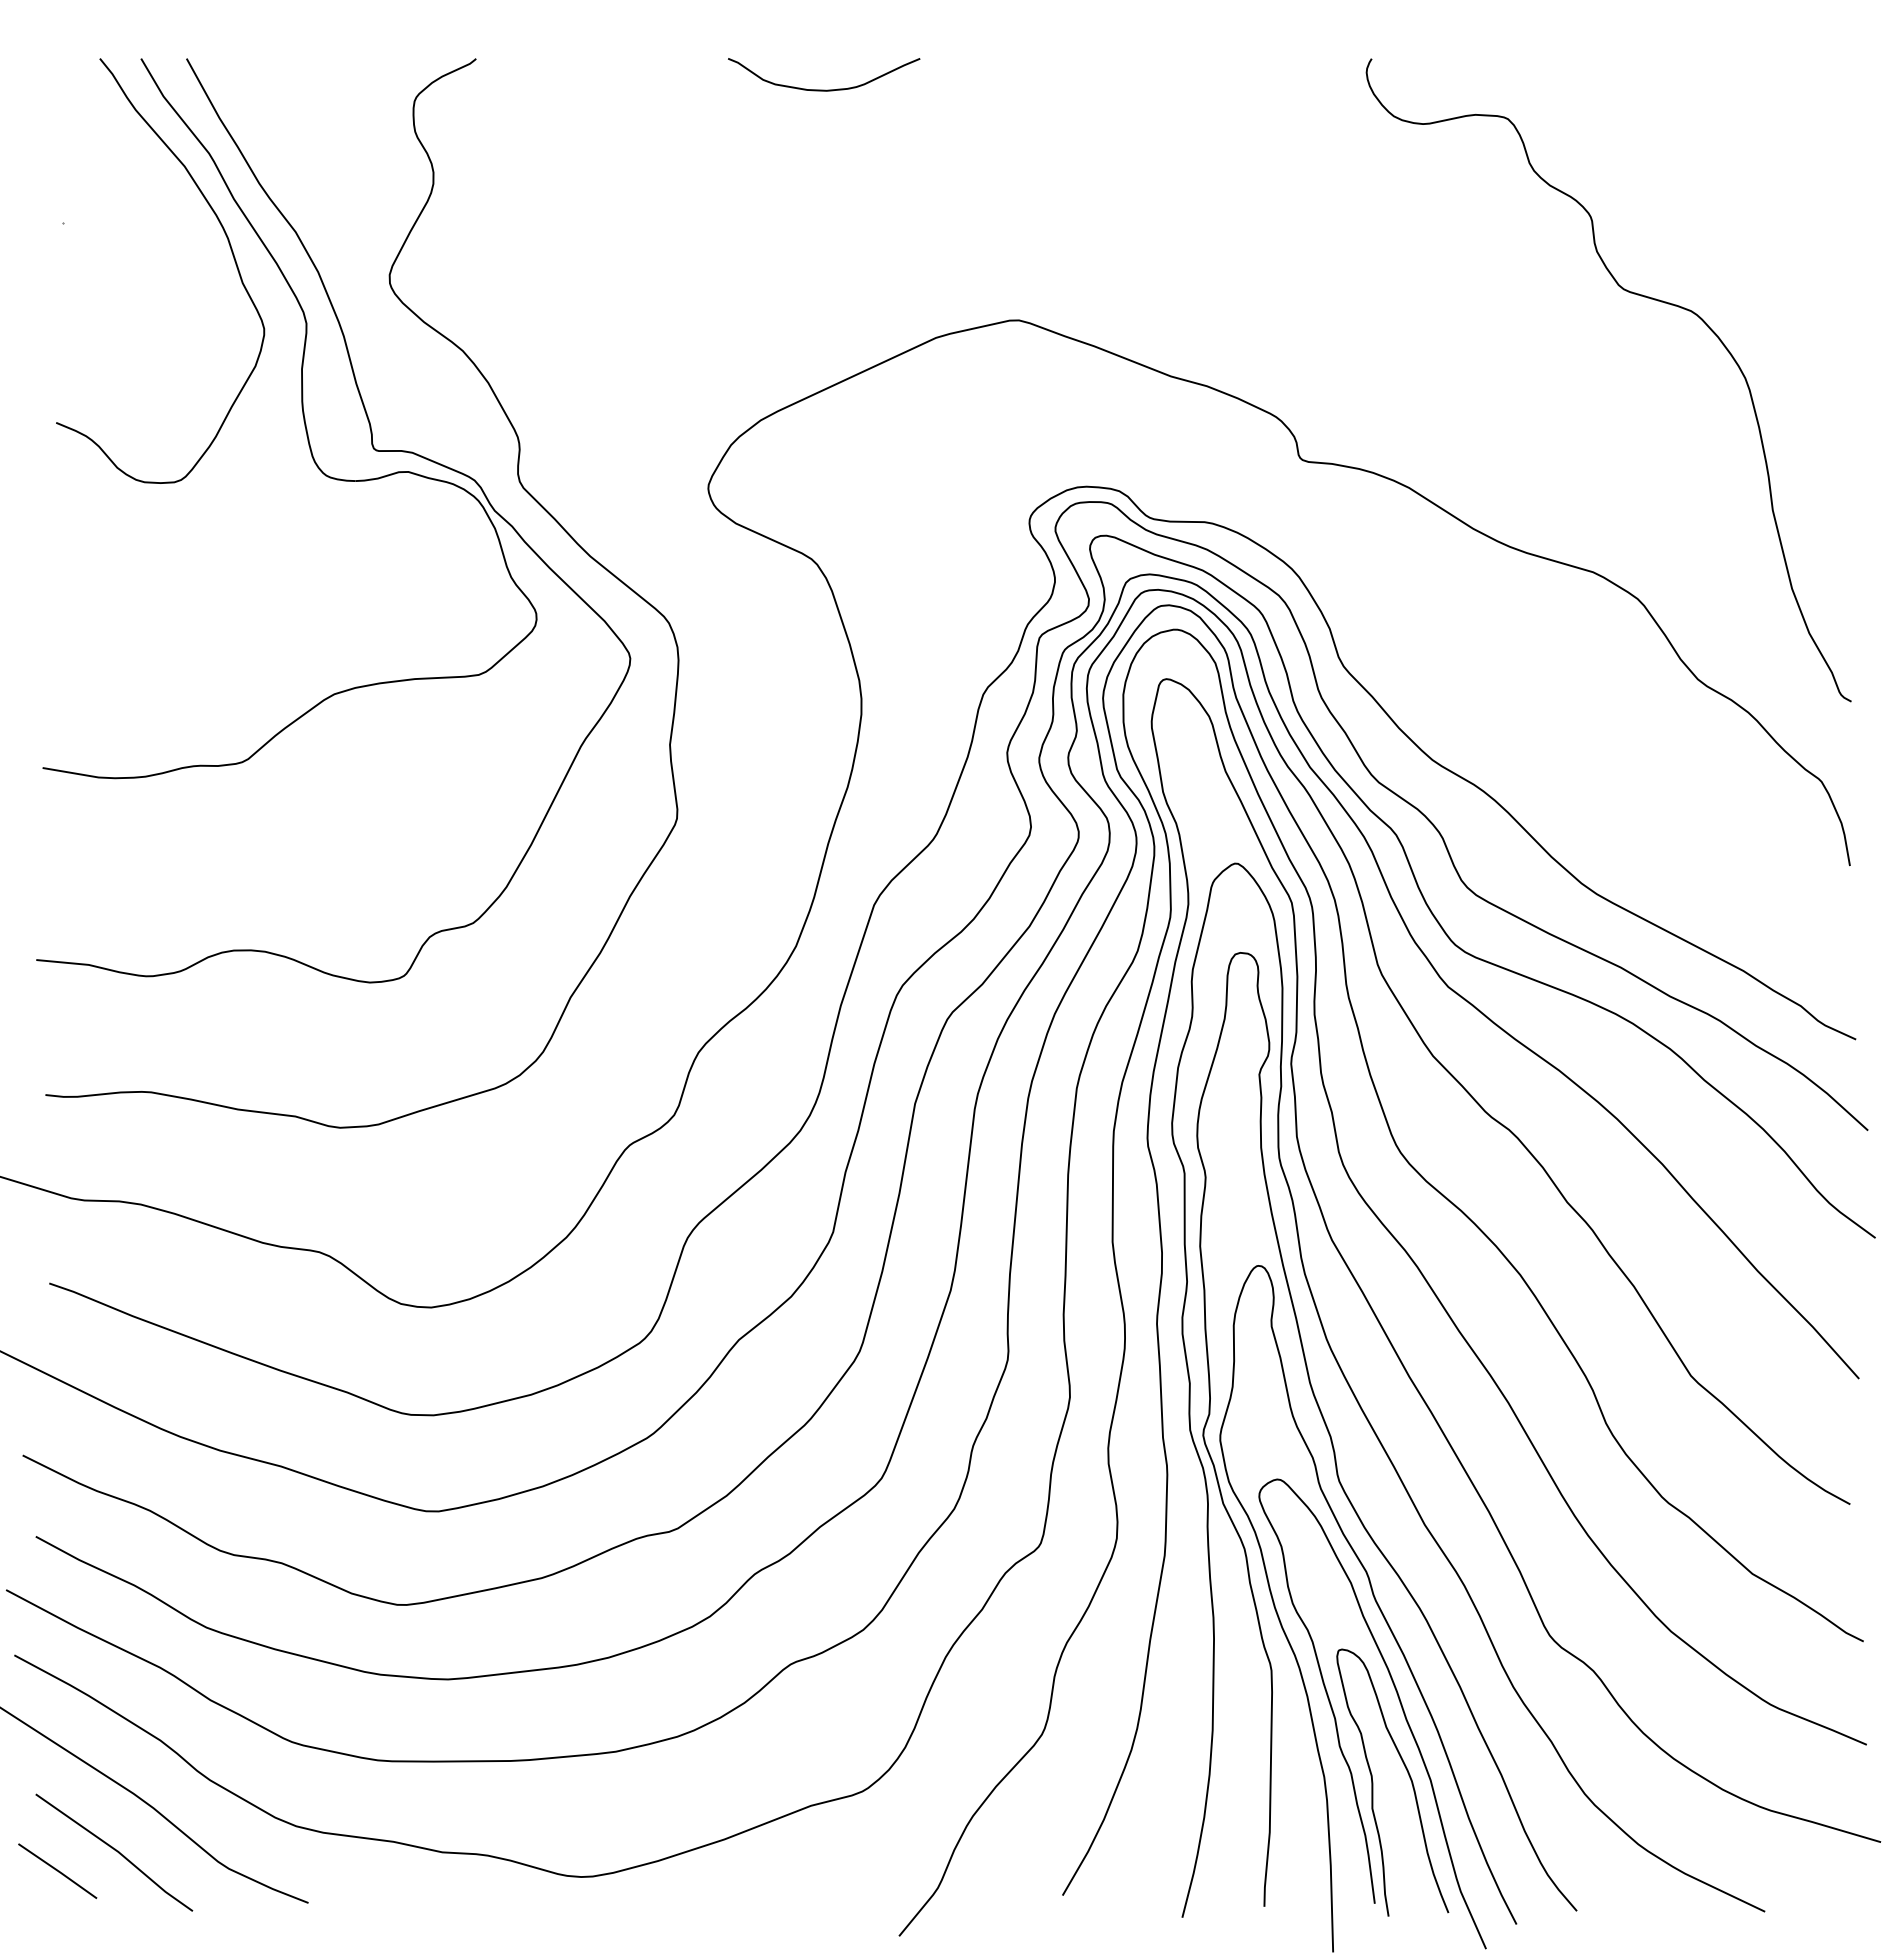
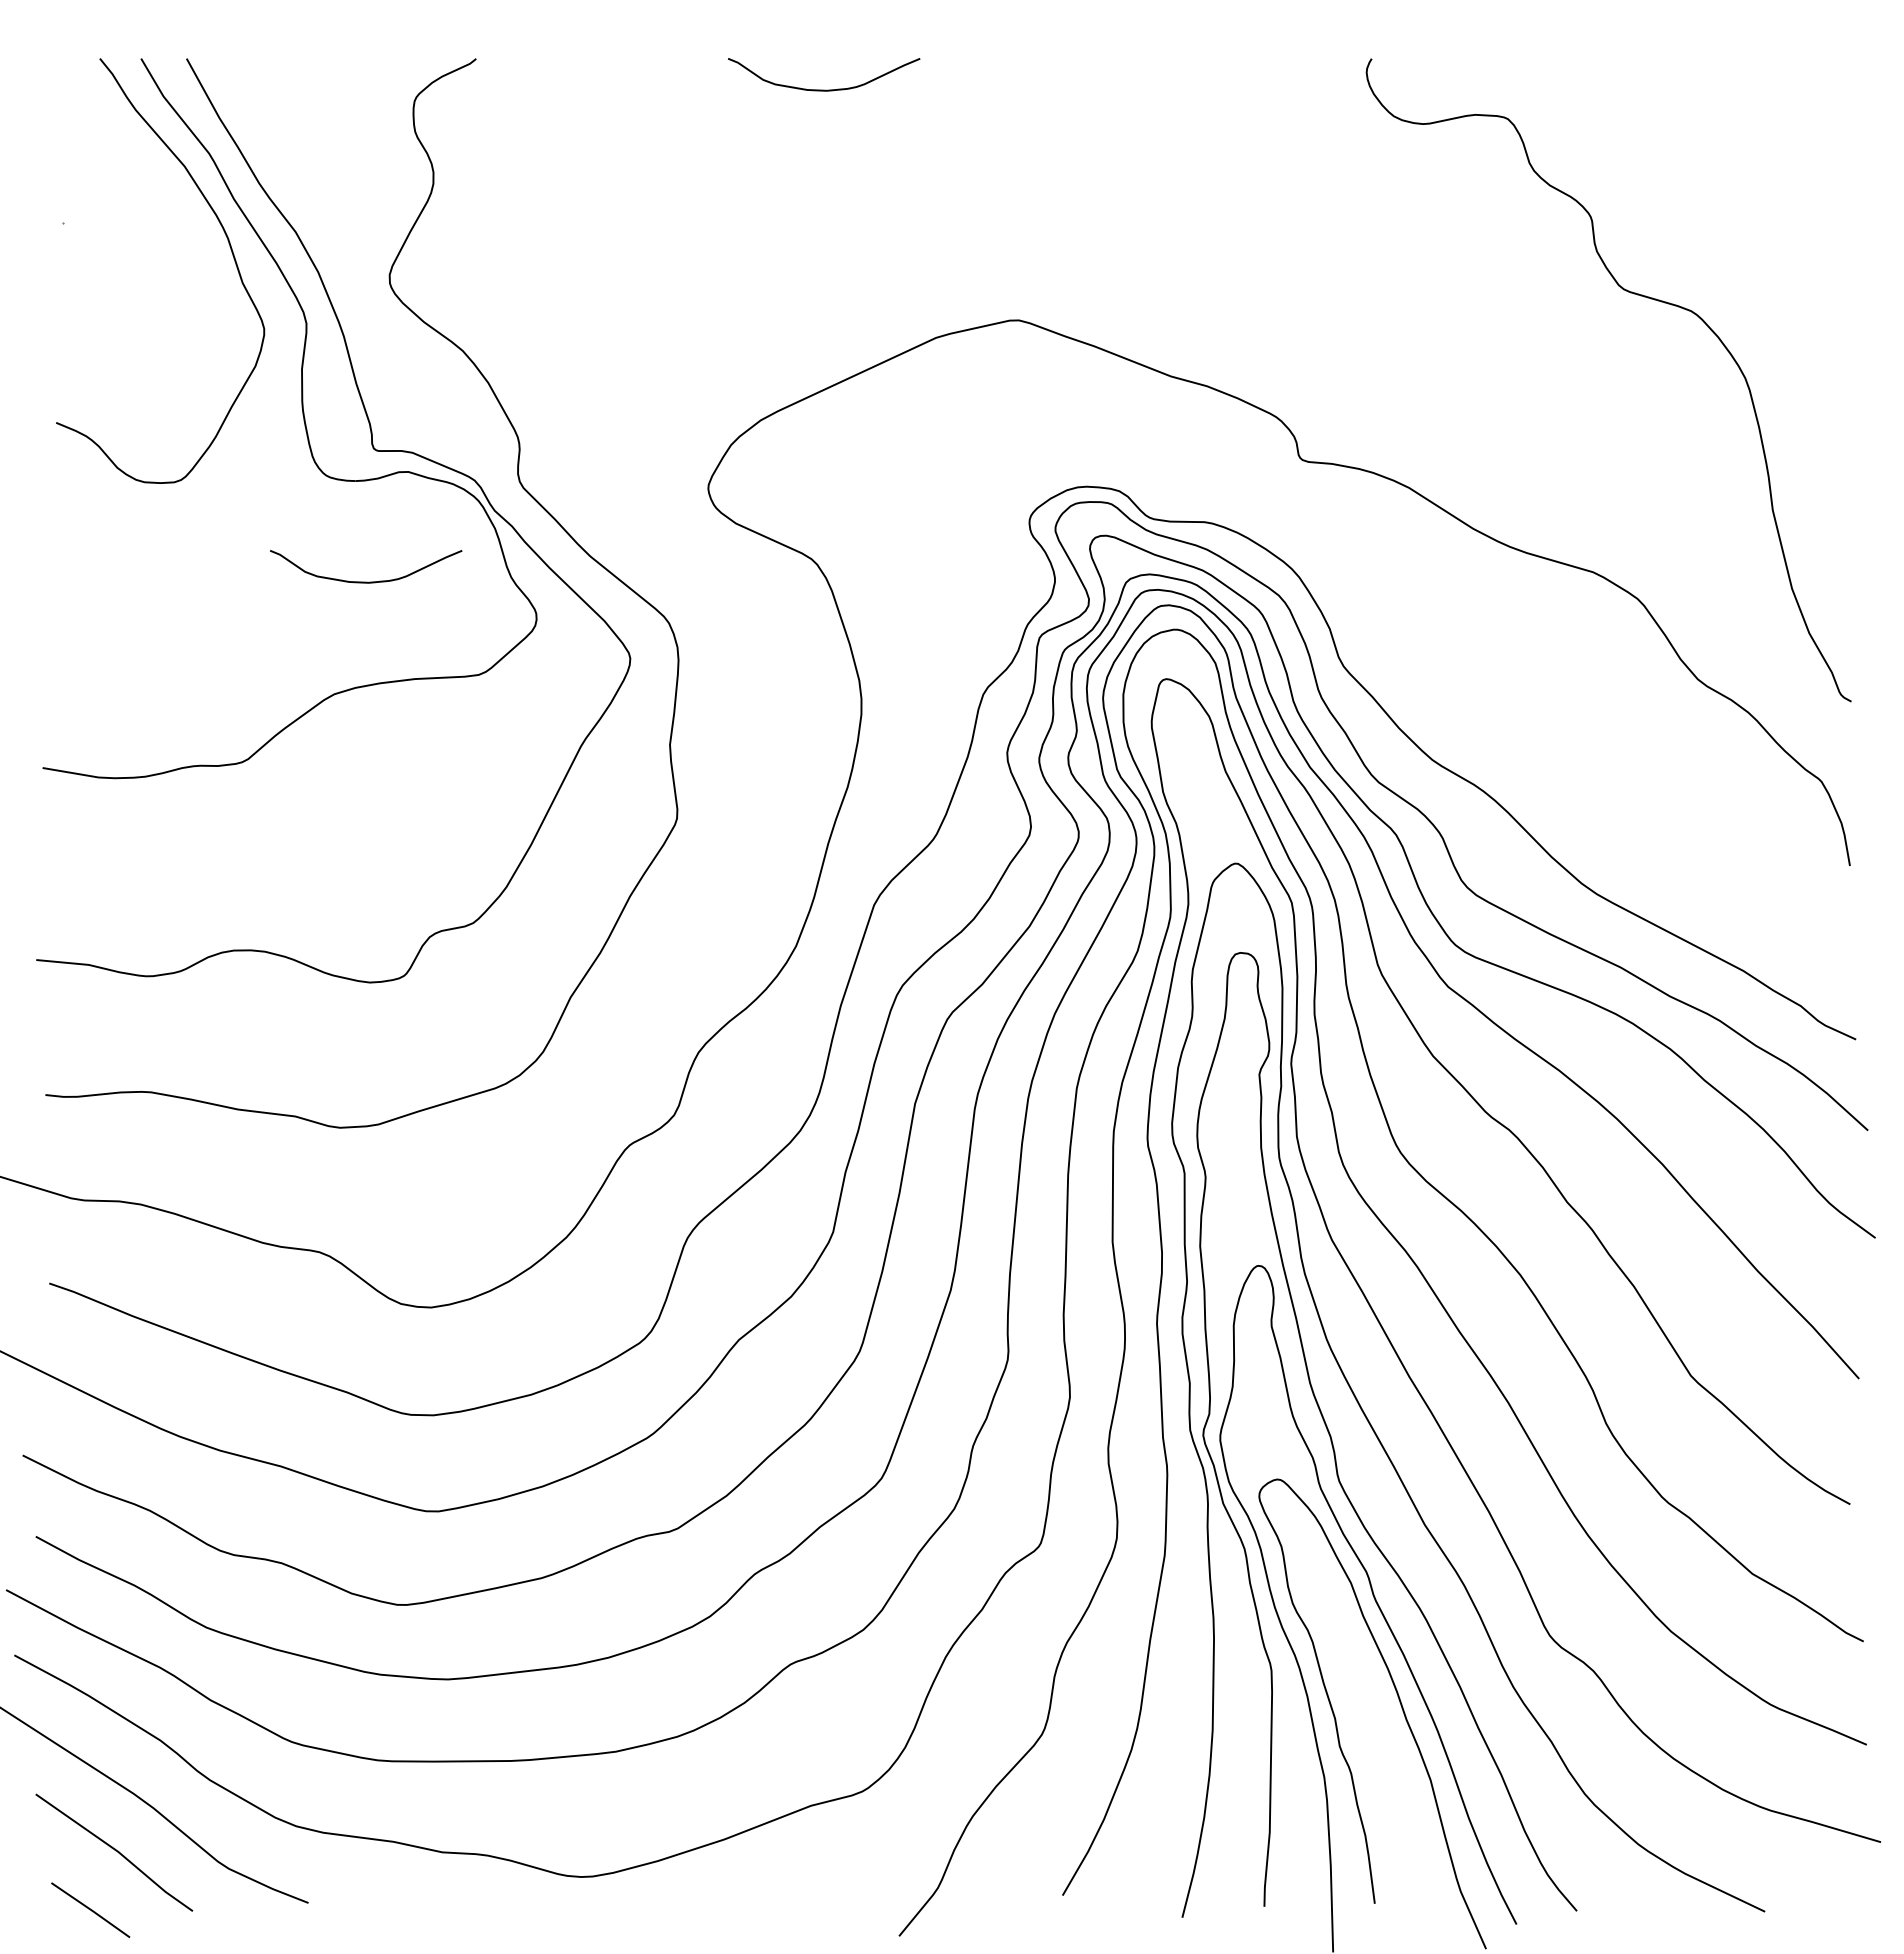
curve at (366, 581): none -> present
curve at (1408, 1775): present -> none
line at (57, 1870) position: (57, 1870) -> (90, 1909)
